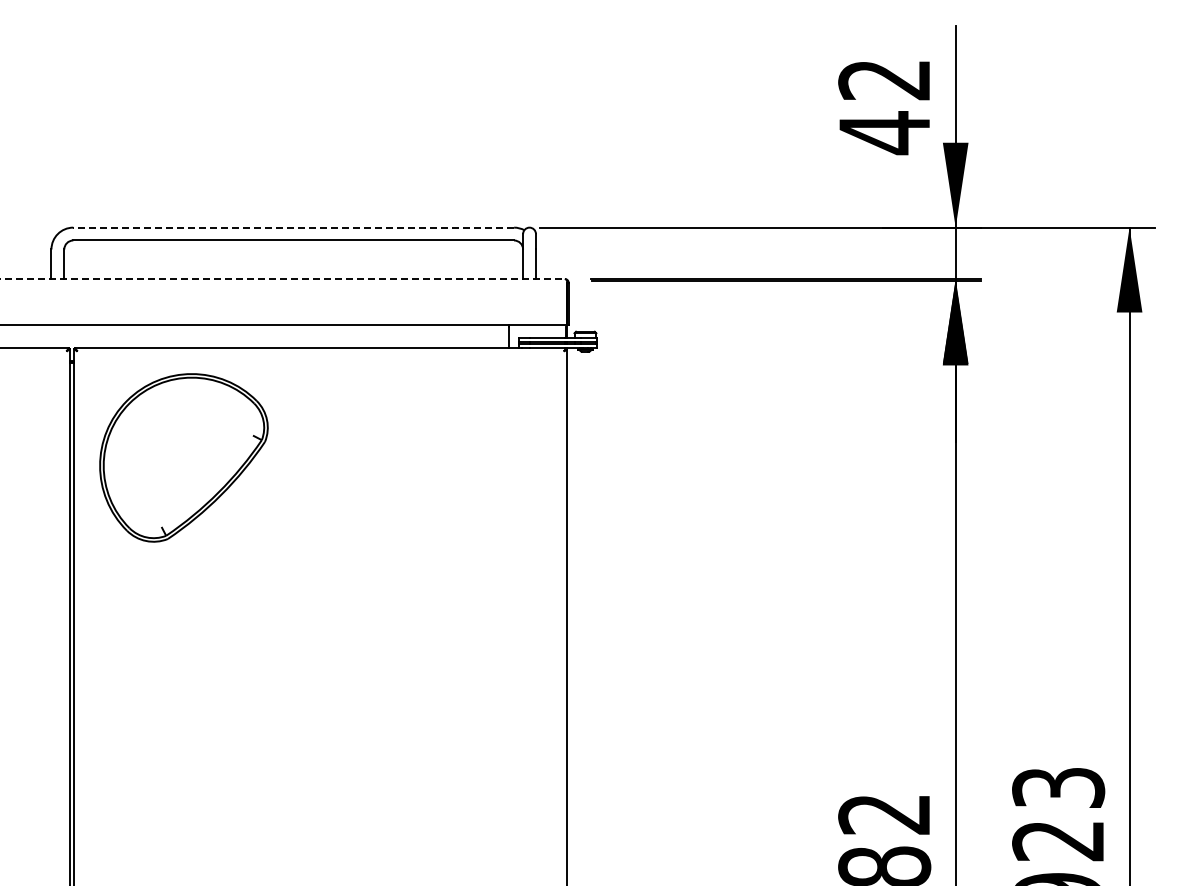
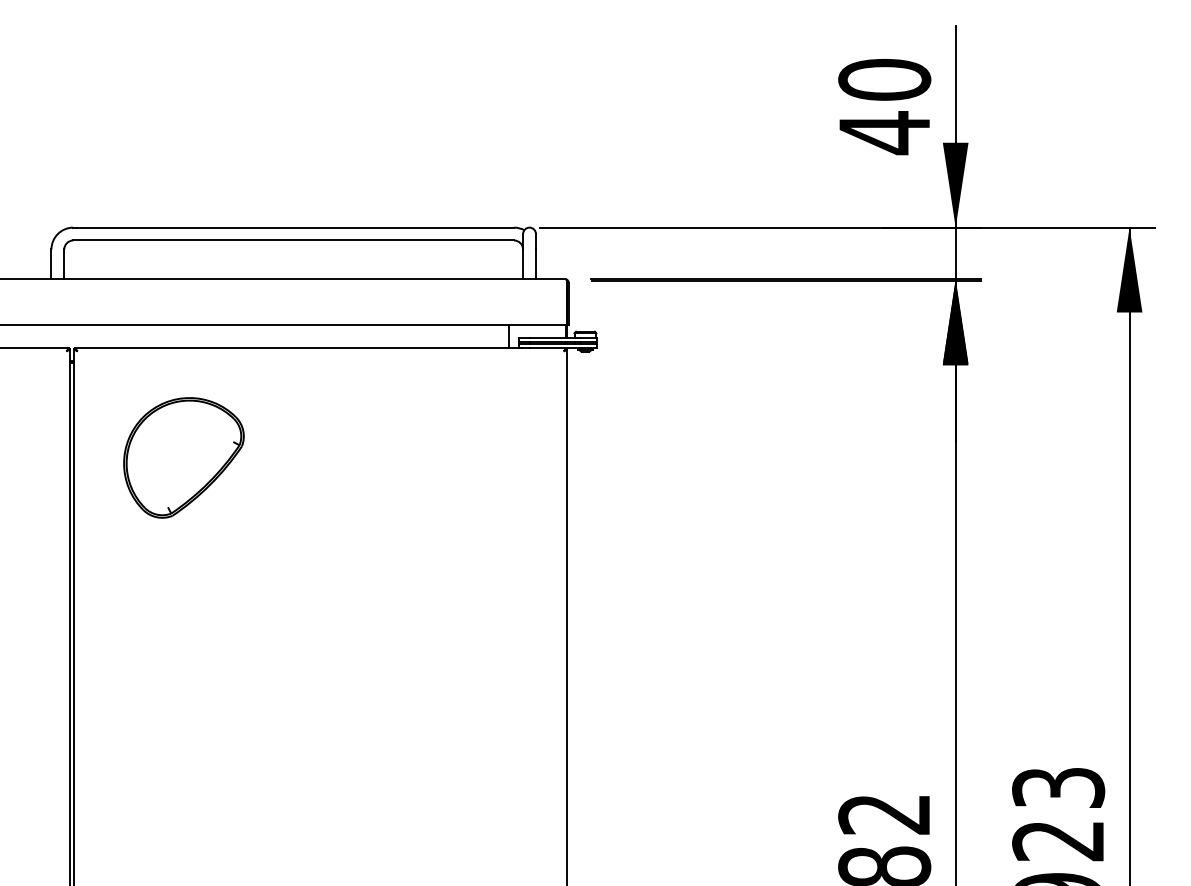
text at (884, 79): 42 -> 40
line at (293, 227): dashed -> solid
line at (283, 279): dashed -> solid
part at (183, 457) size: 170x170 px -> 122x122 px
